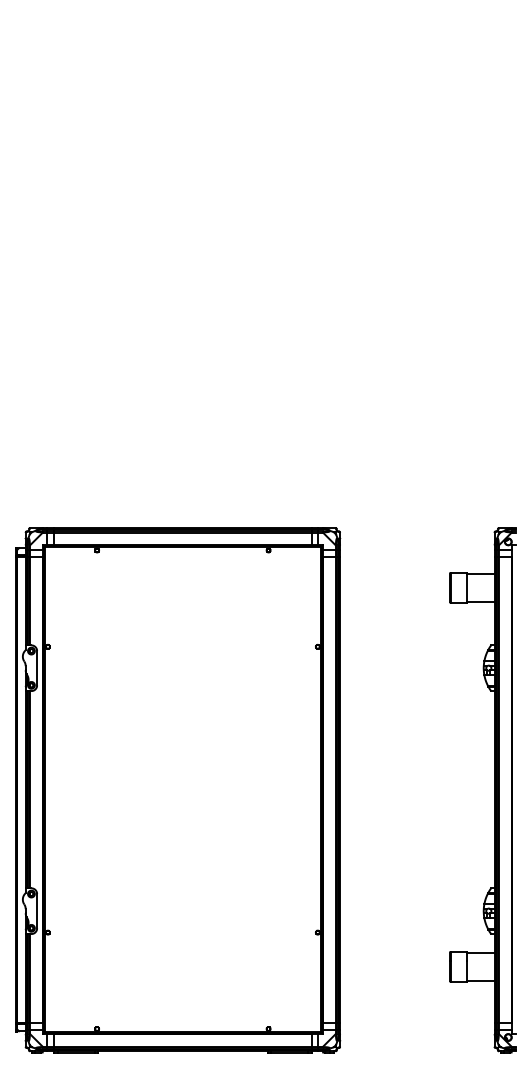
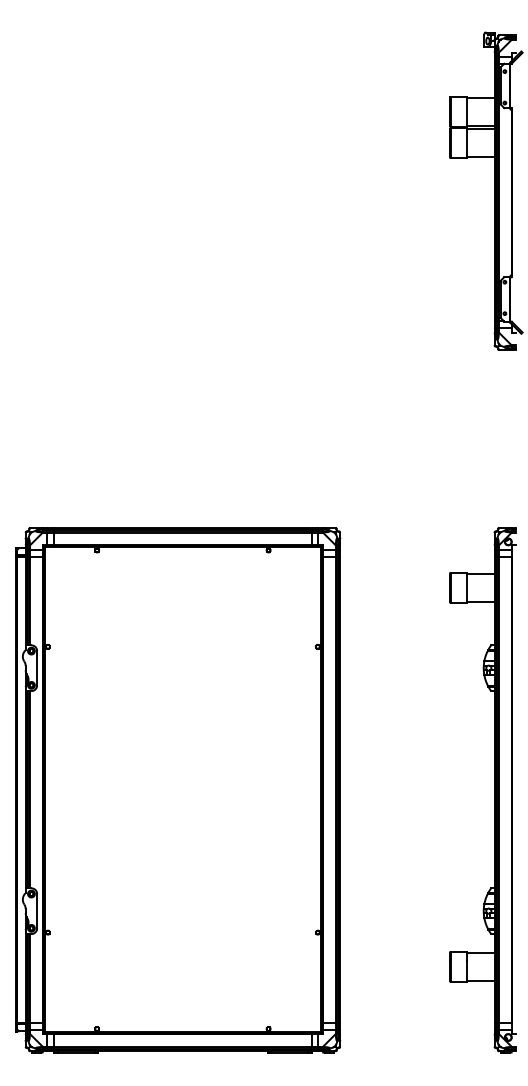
part at (494, 190): none -> present
